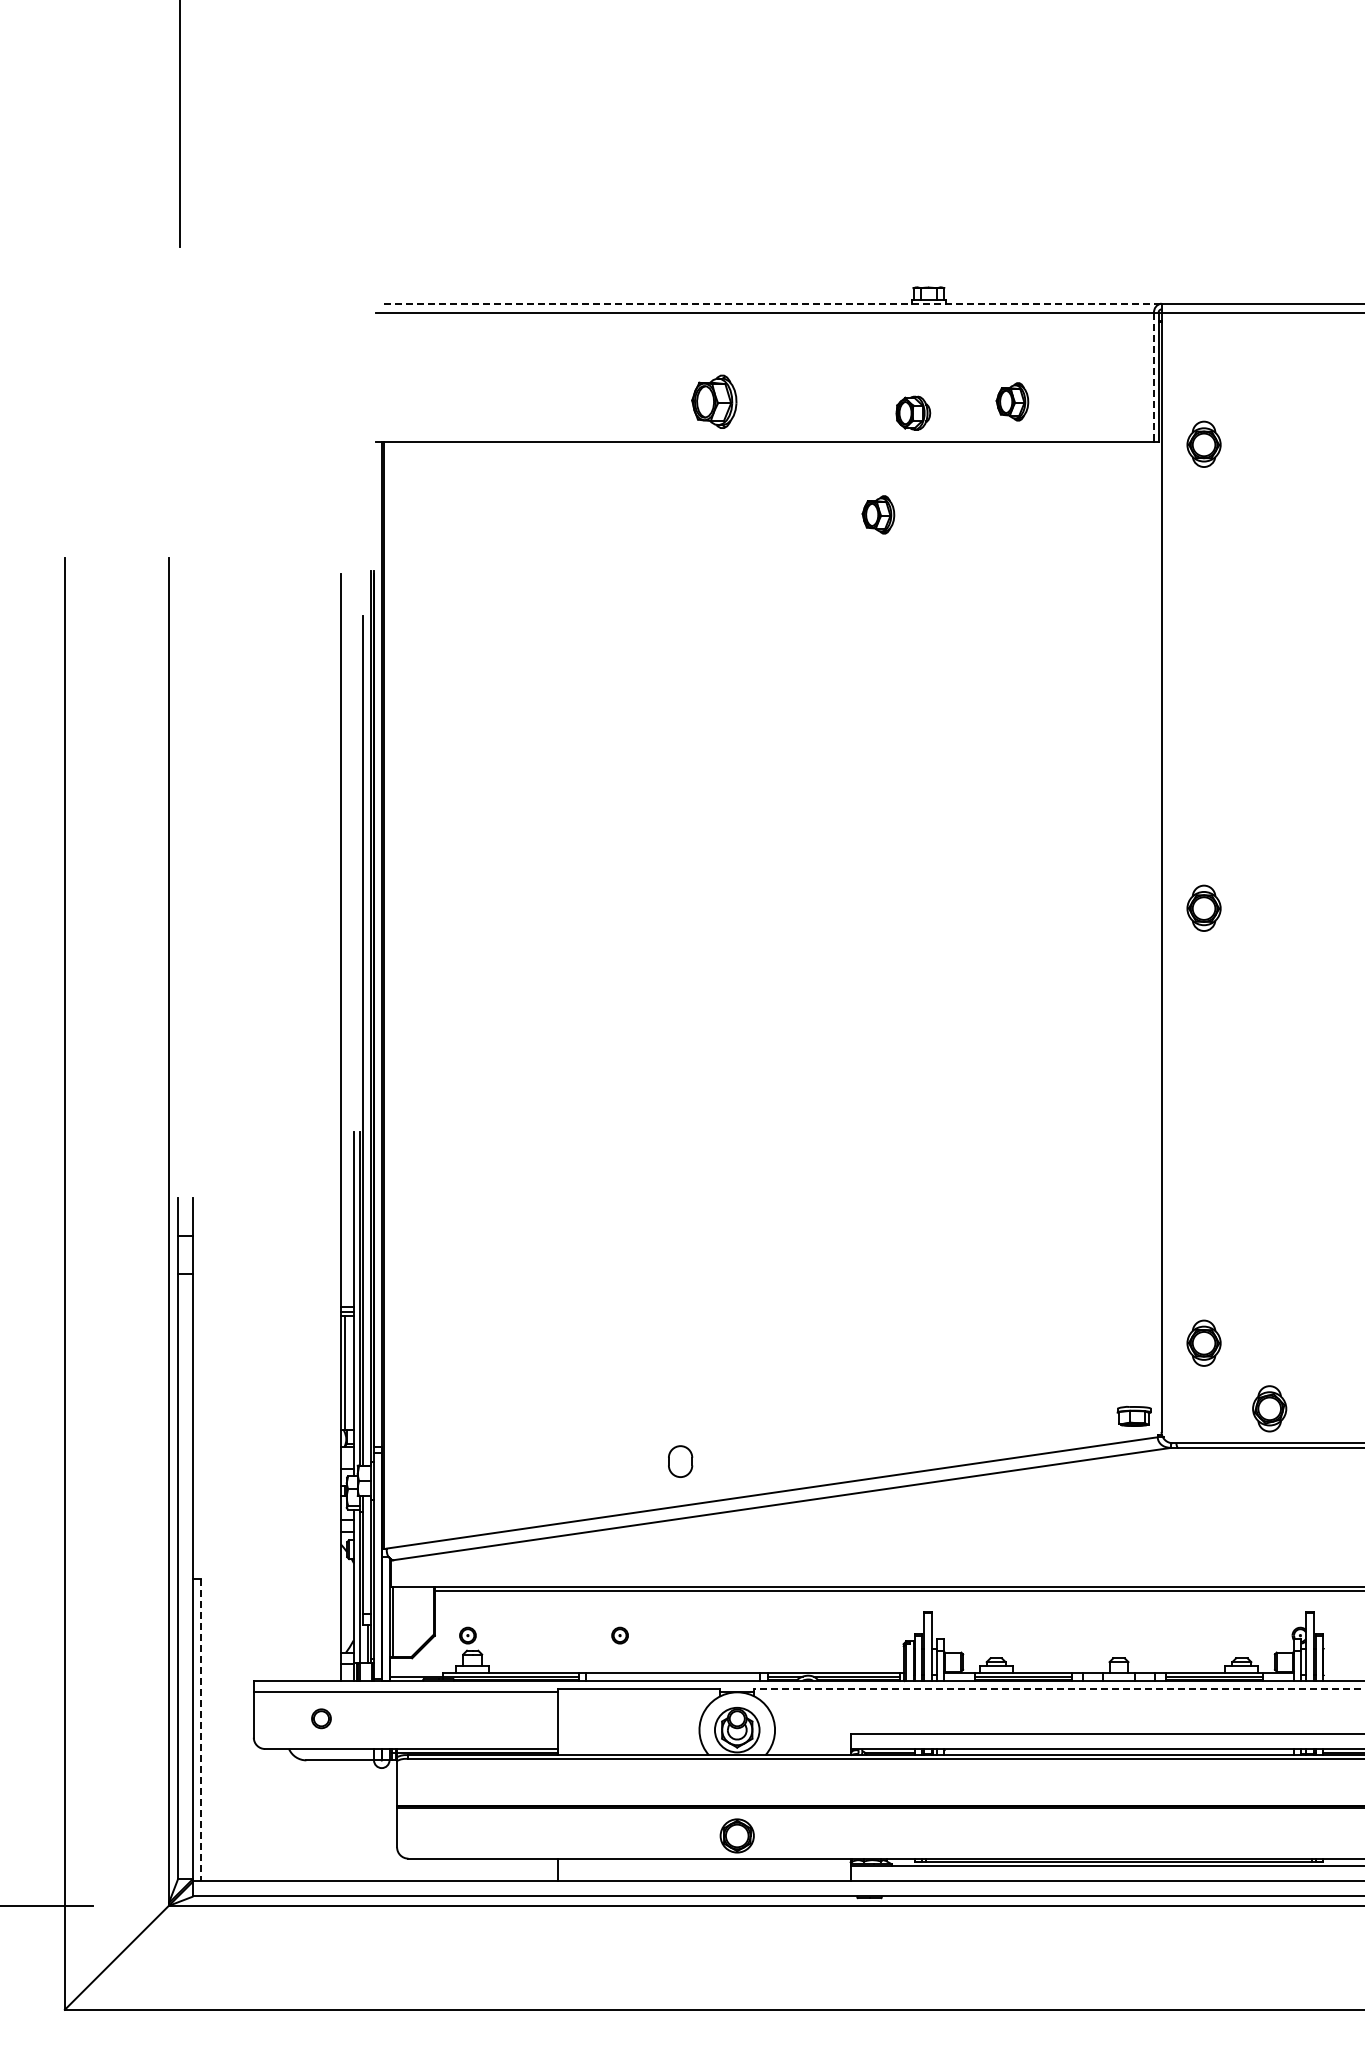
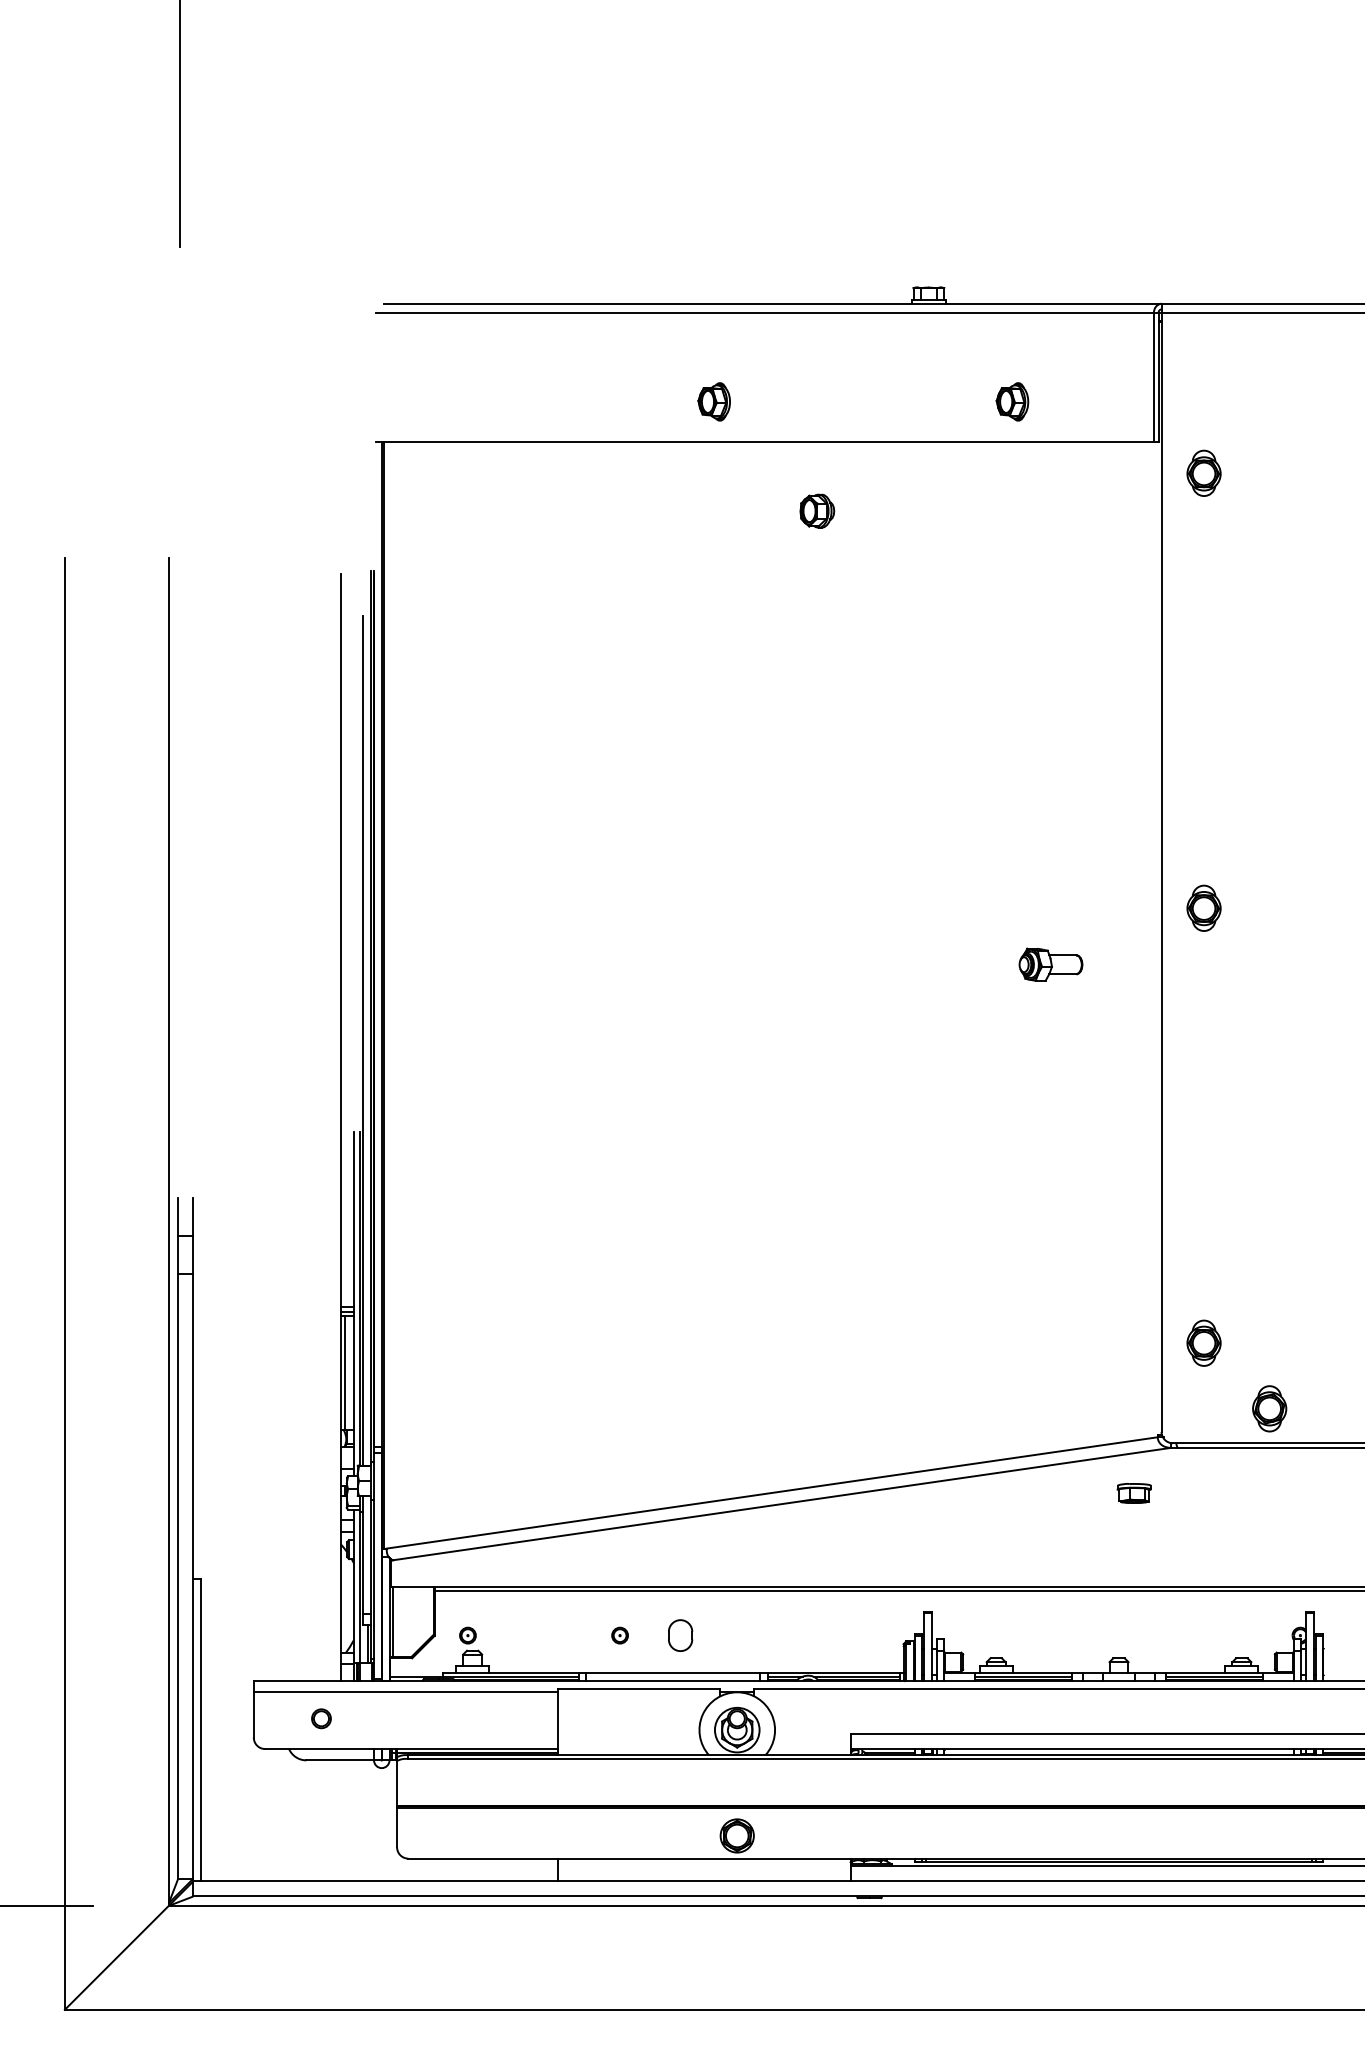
line at (772, 303): dashed -> solid
line at (1154, 377): dashed -> solid
part at (714, 401) size: 47x55 px -> 34x40 px
part at (913, 412) position: (913, 412) -> (817, 510)
part at (1203, 443) position: (1203, 443) -> (1203, 472)
part at (878, 514): present -> none
part at (1050, 964): none -> present
part at (1133, 1416) position: (1133, 1416) -> (1133, 1493)
part at (680, 1461) position: (680, 1461) -> (680, 1635)
line at (1059, 1688): dashed -> solid
line at (200, 1730): dashed -> solid
